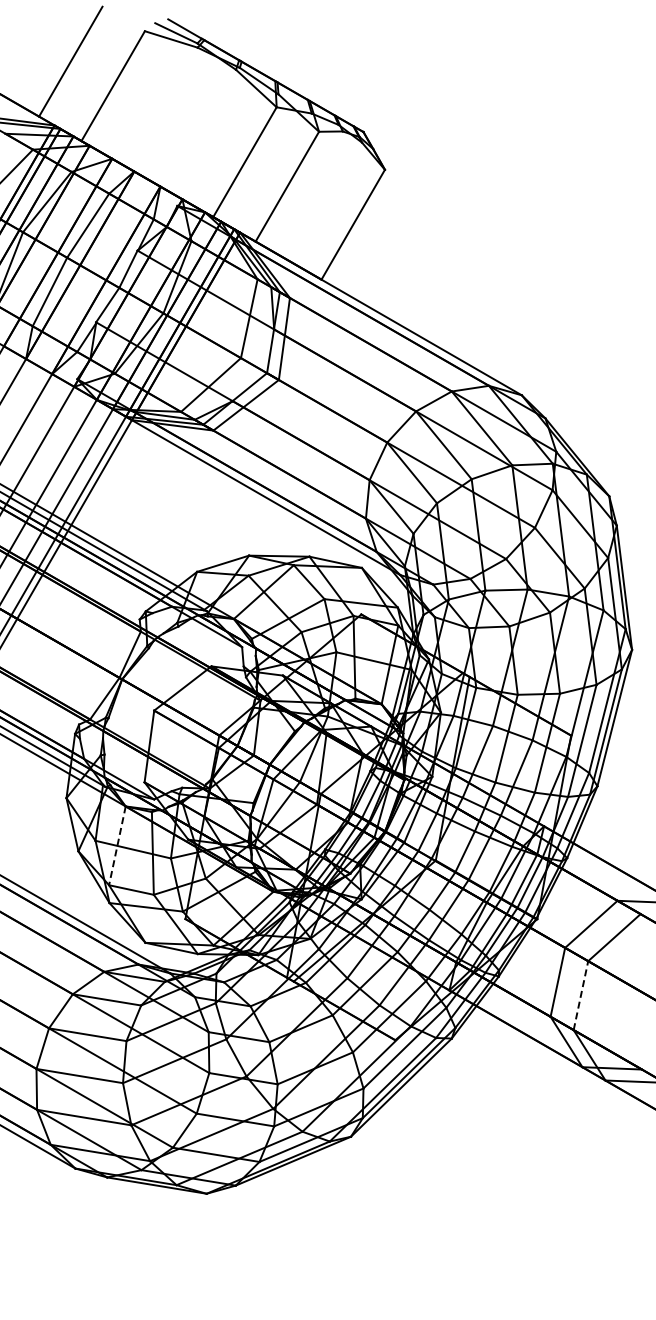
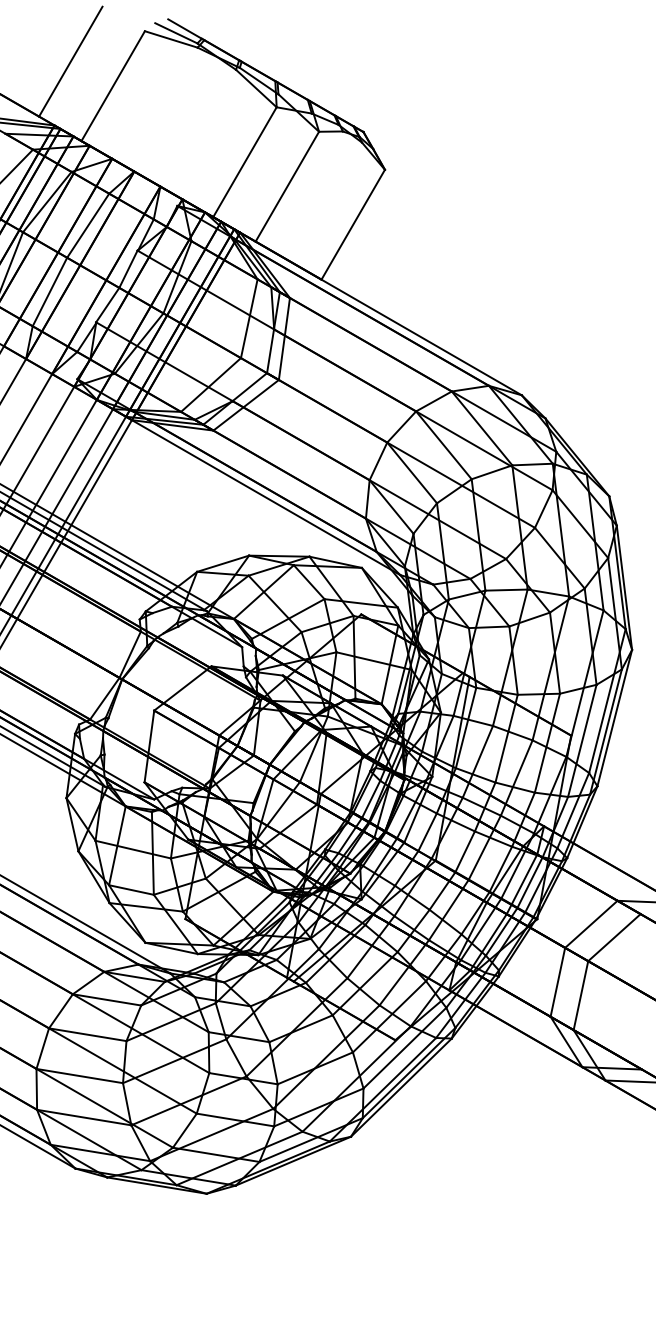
line at (117, 846): dashed -> solid
line at (581, 995): dashed -> solid
